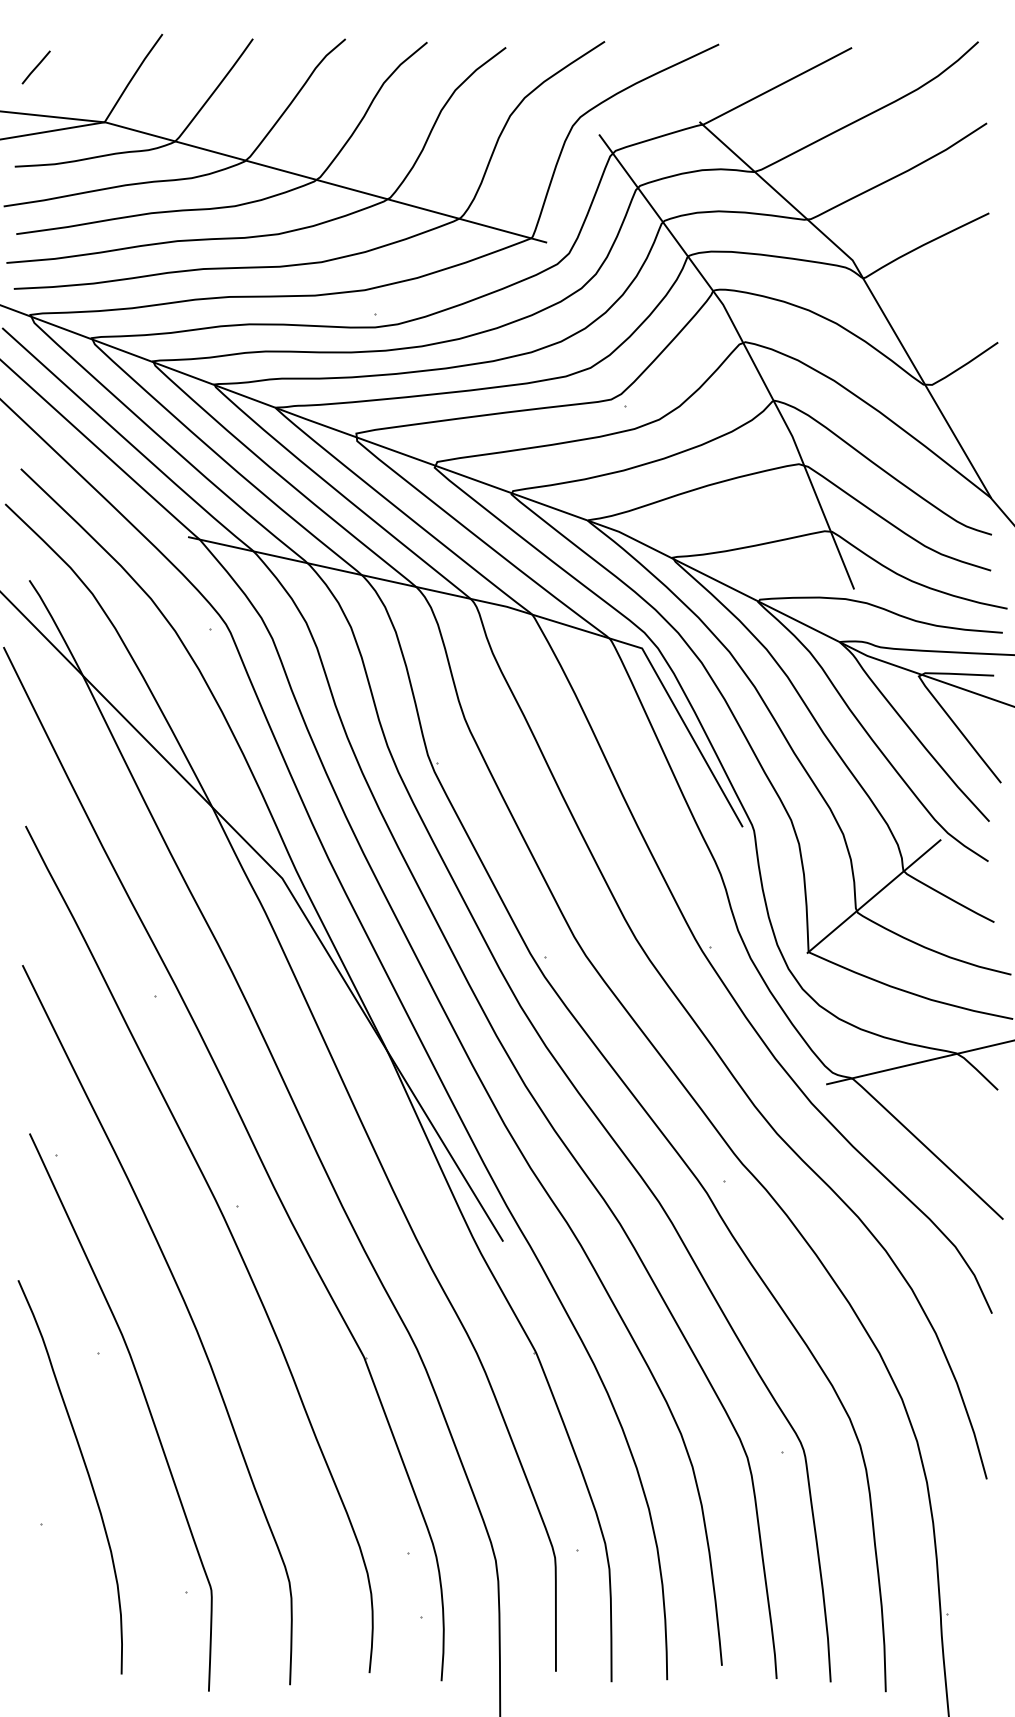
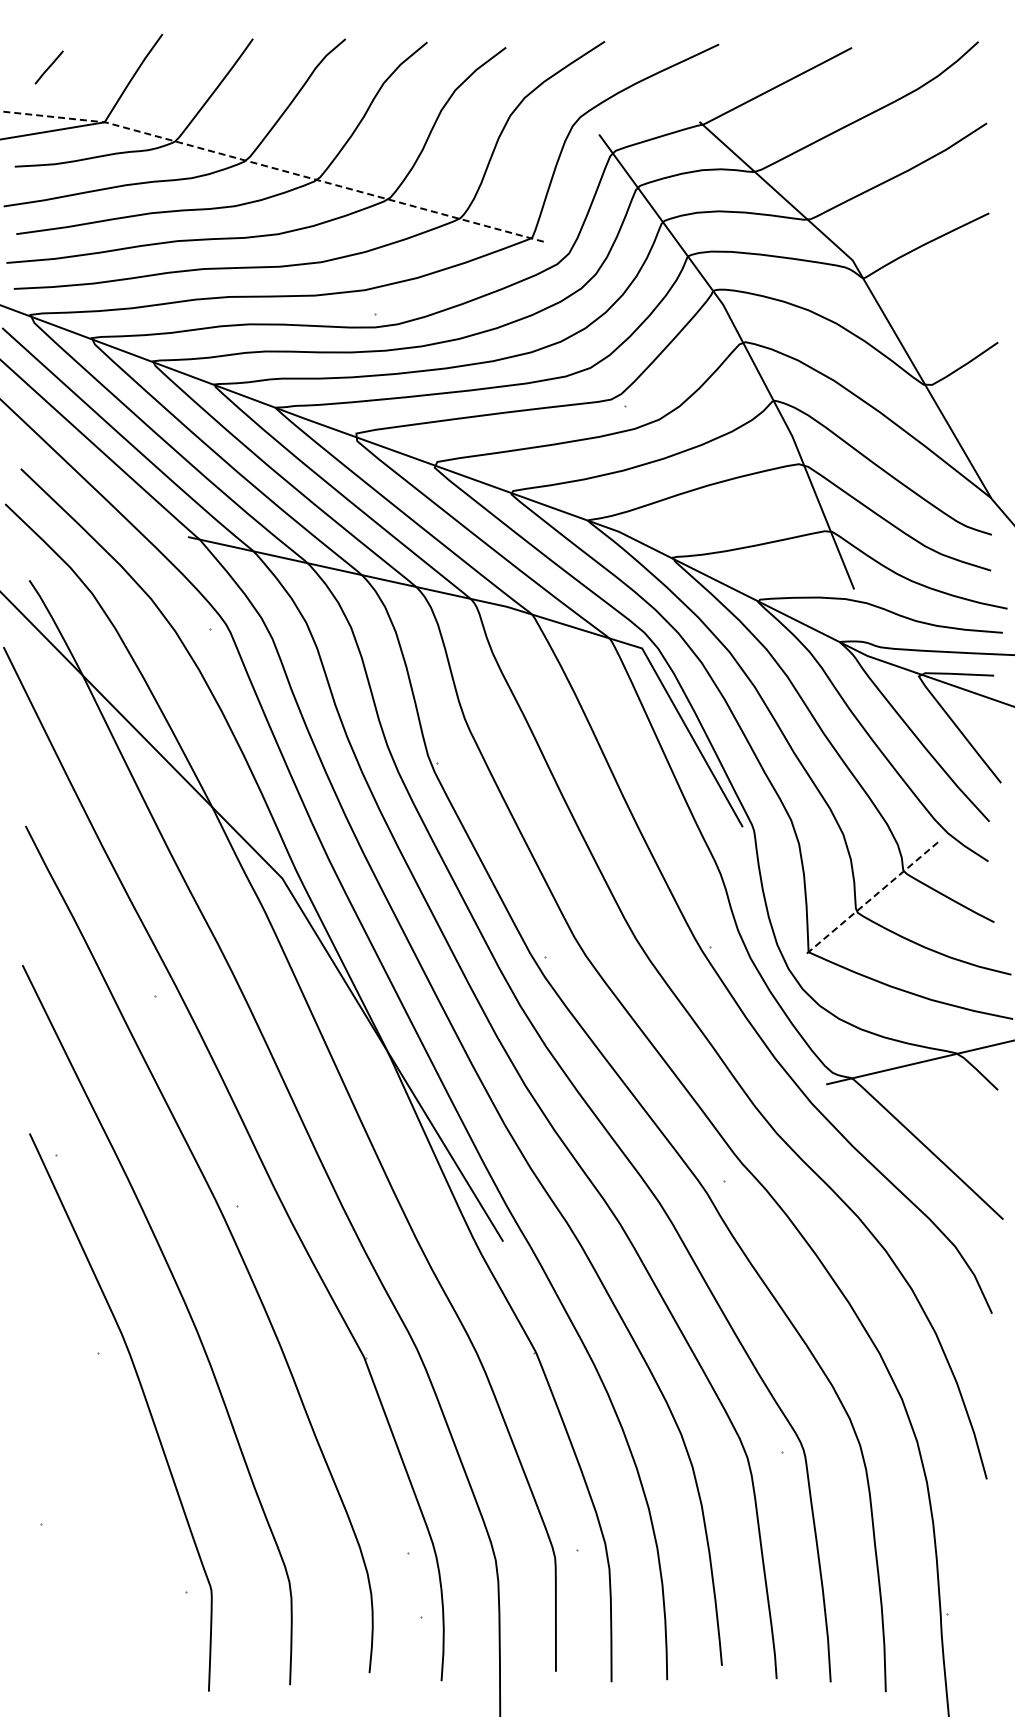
line at (35, 67) position: (35, 67) -> (48, 67)
line at (275, 168): solid -> dashed
line at (874, 896): solid -> dashed
curve at (86, 1471): present -> none
